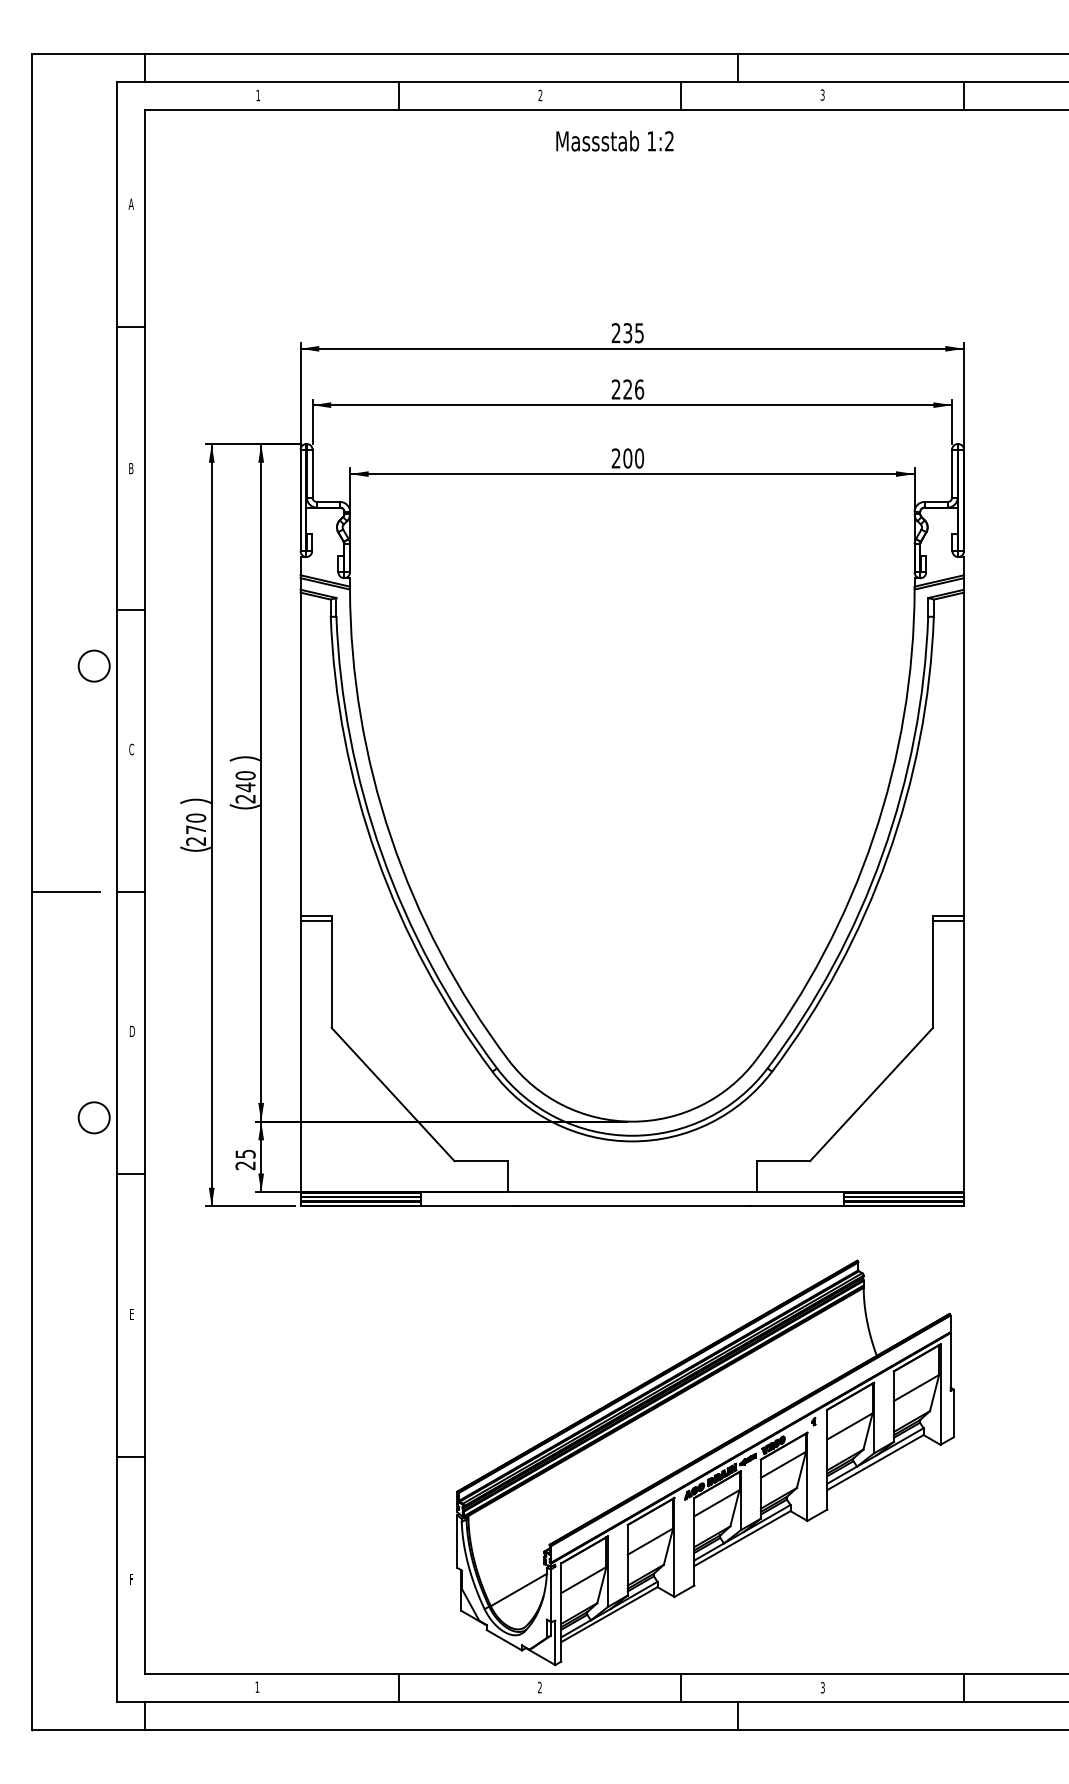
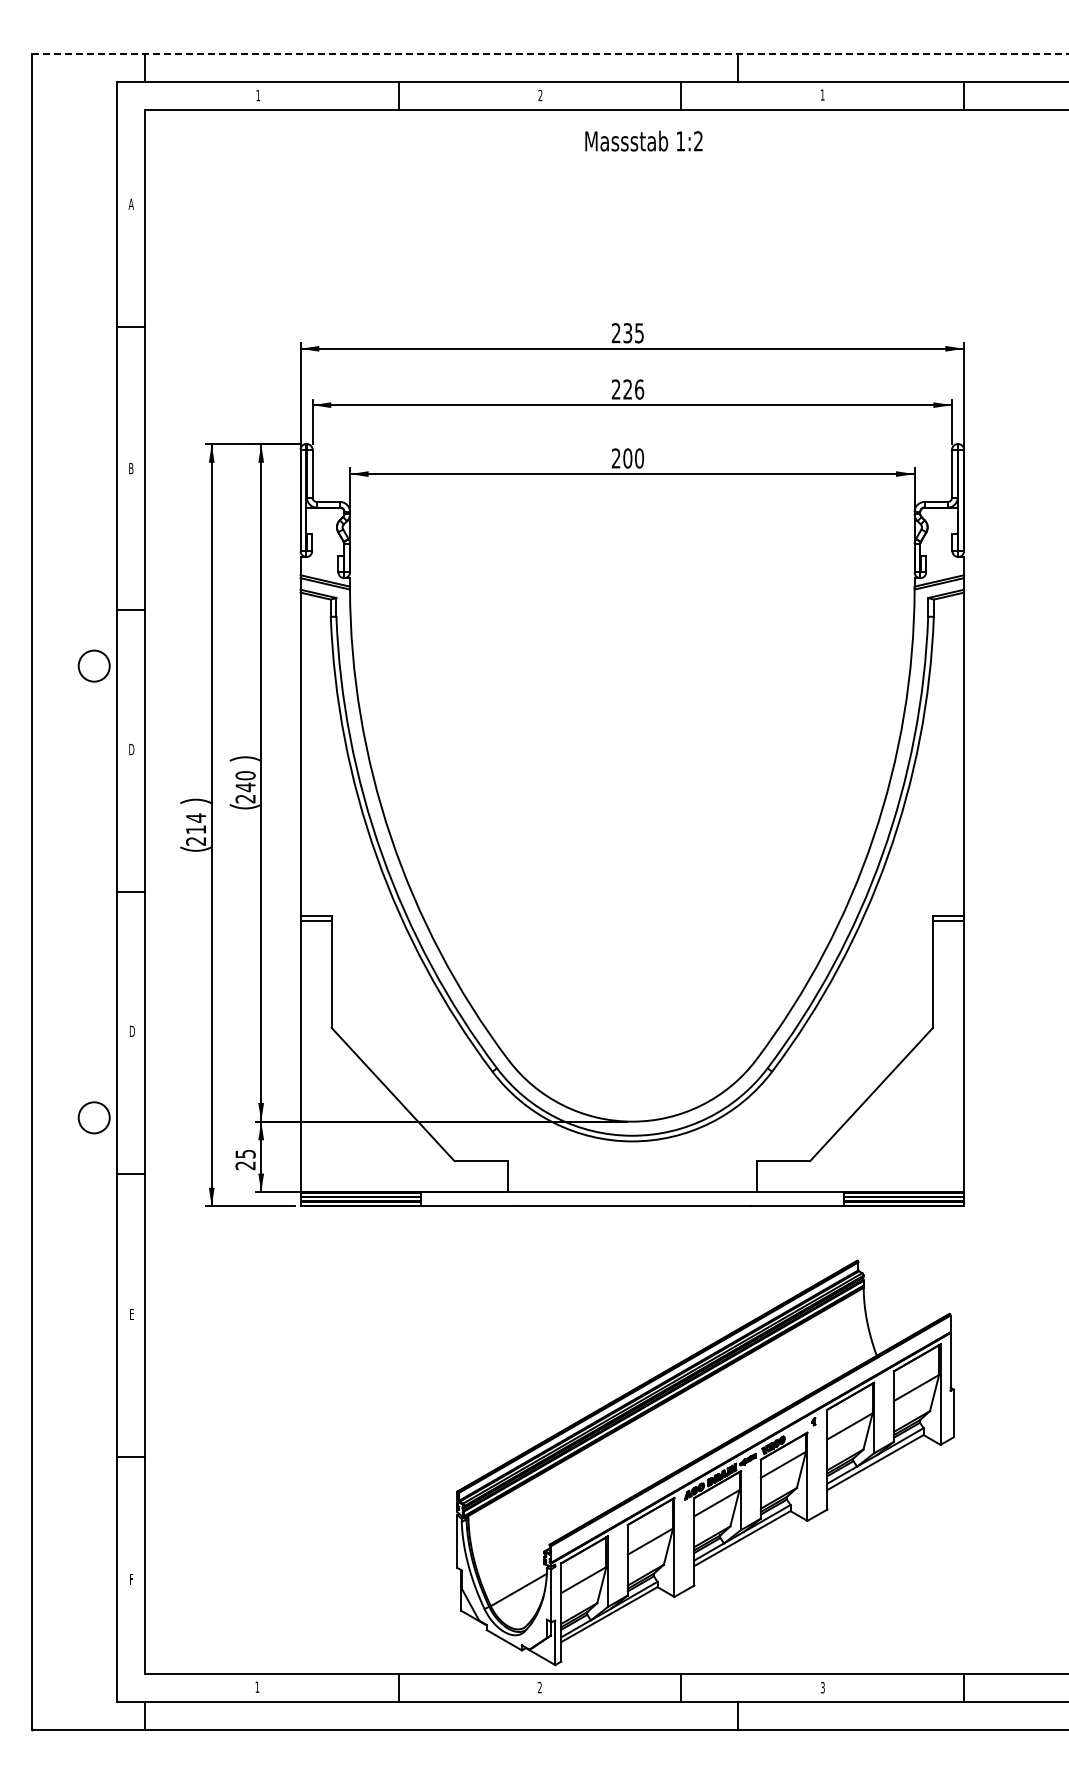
line at (551, 53): solid -> dashed
text at (822, 94): 3 -> 1
text at (614, 140) position: (614, 140) -> (643, 140)
text at (131, 749): C -> D
text at (196, 823): 270 -> 214
line at (65, 892): present -> none
